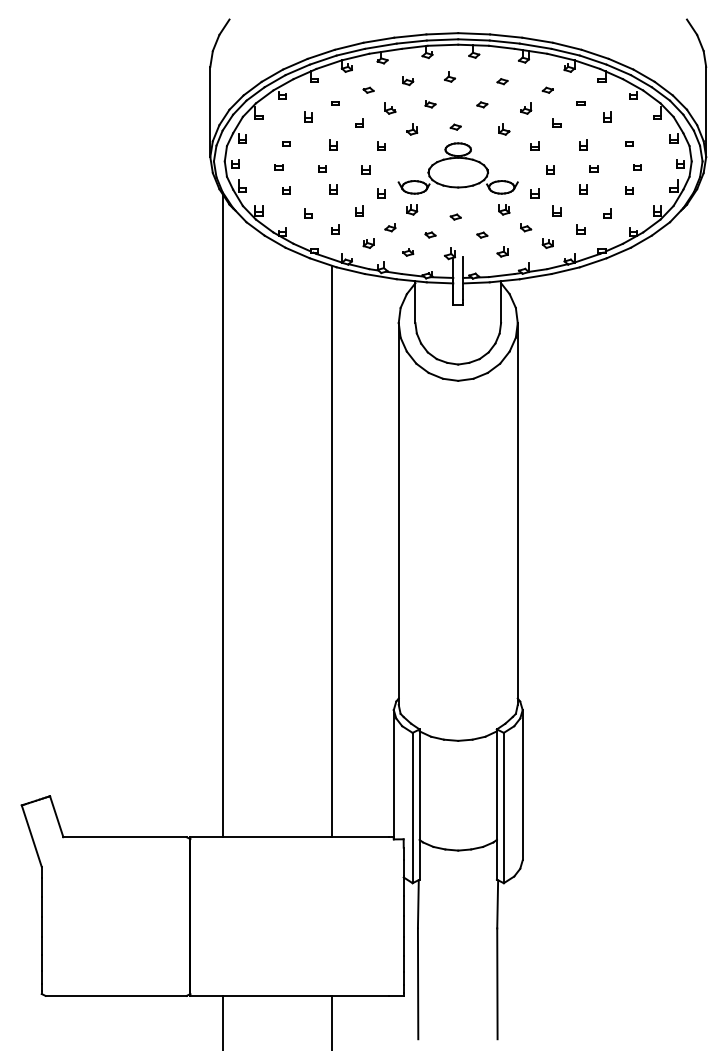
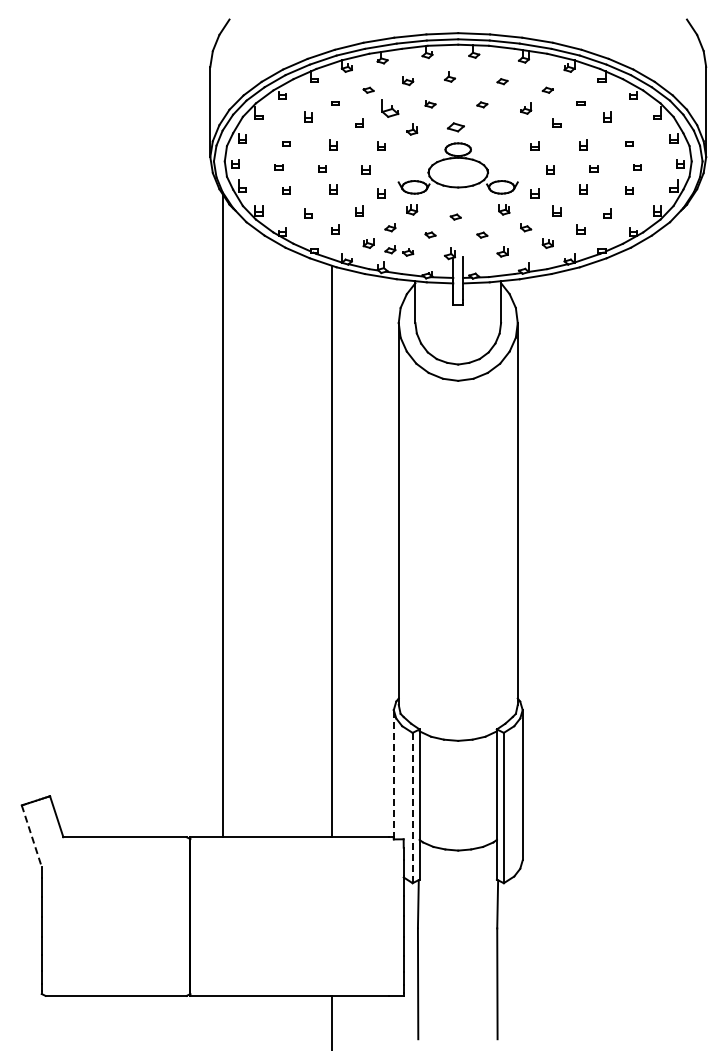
part at (390, 108) size: 13x13 px -> 19x19 px
part at (455, 126) size: 13x8 px -> 19x11 px
part at (504, 129): present -> none
part at (390, 249): none -> present
line at (393, 774): solid -> dashed
line at (412, 807): solid -> dashed
line at (31, 836): solid -> dashed
line at (222, 1021): present -> none
